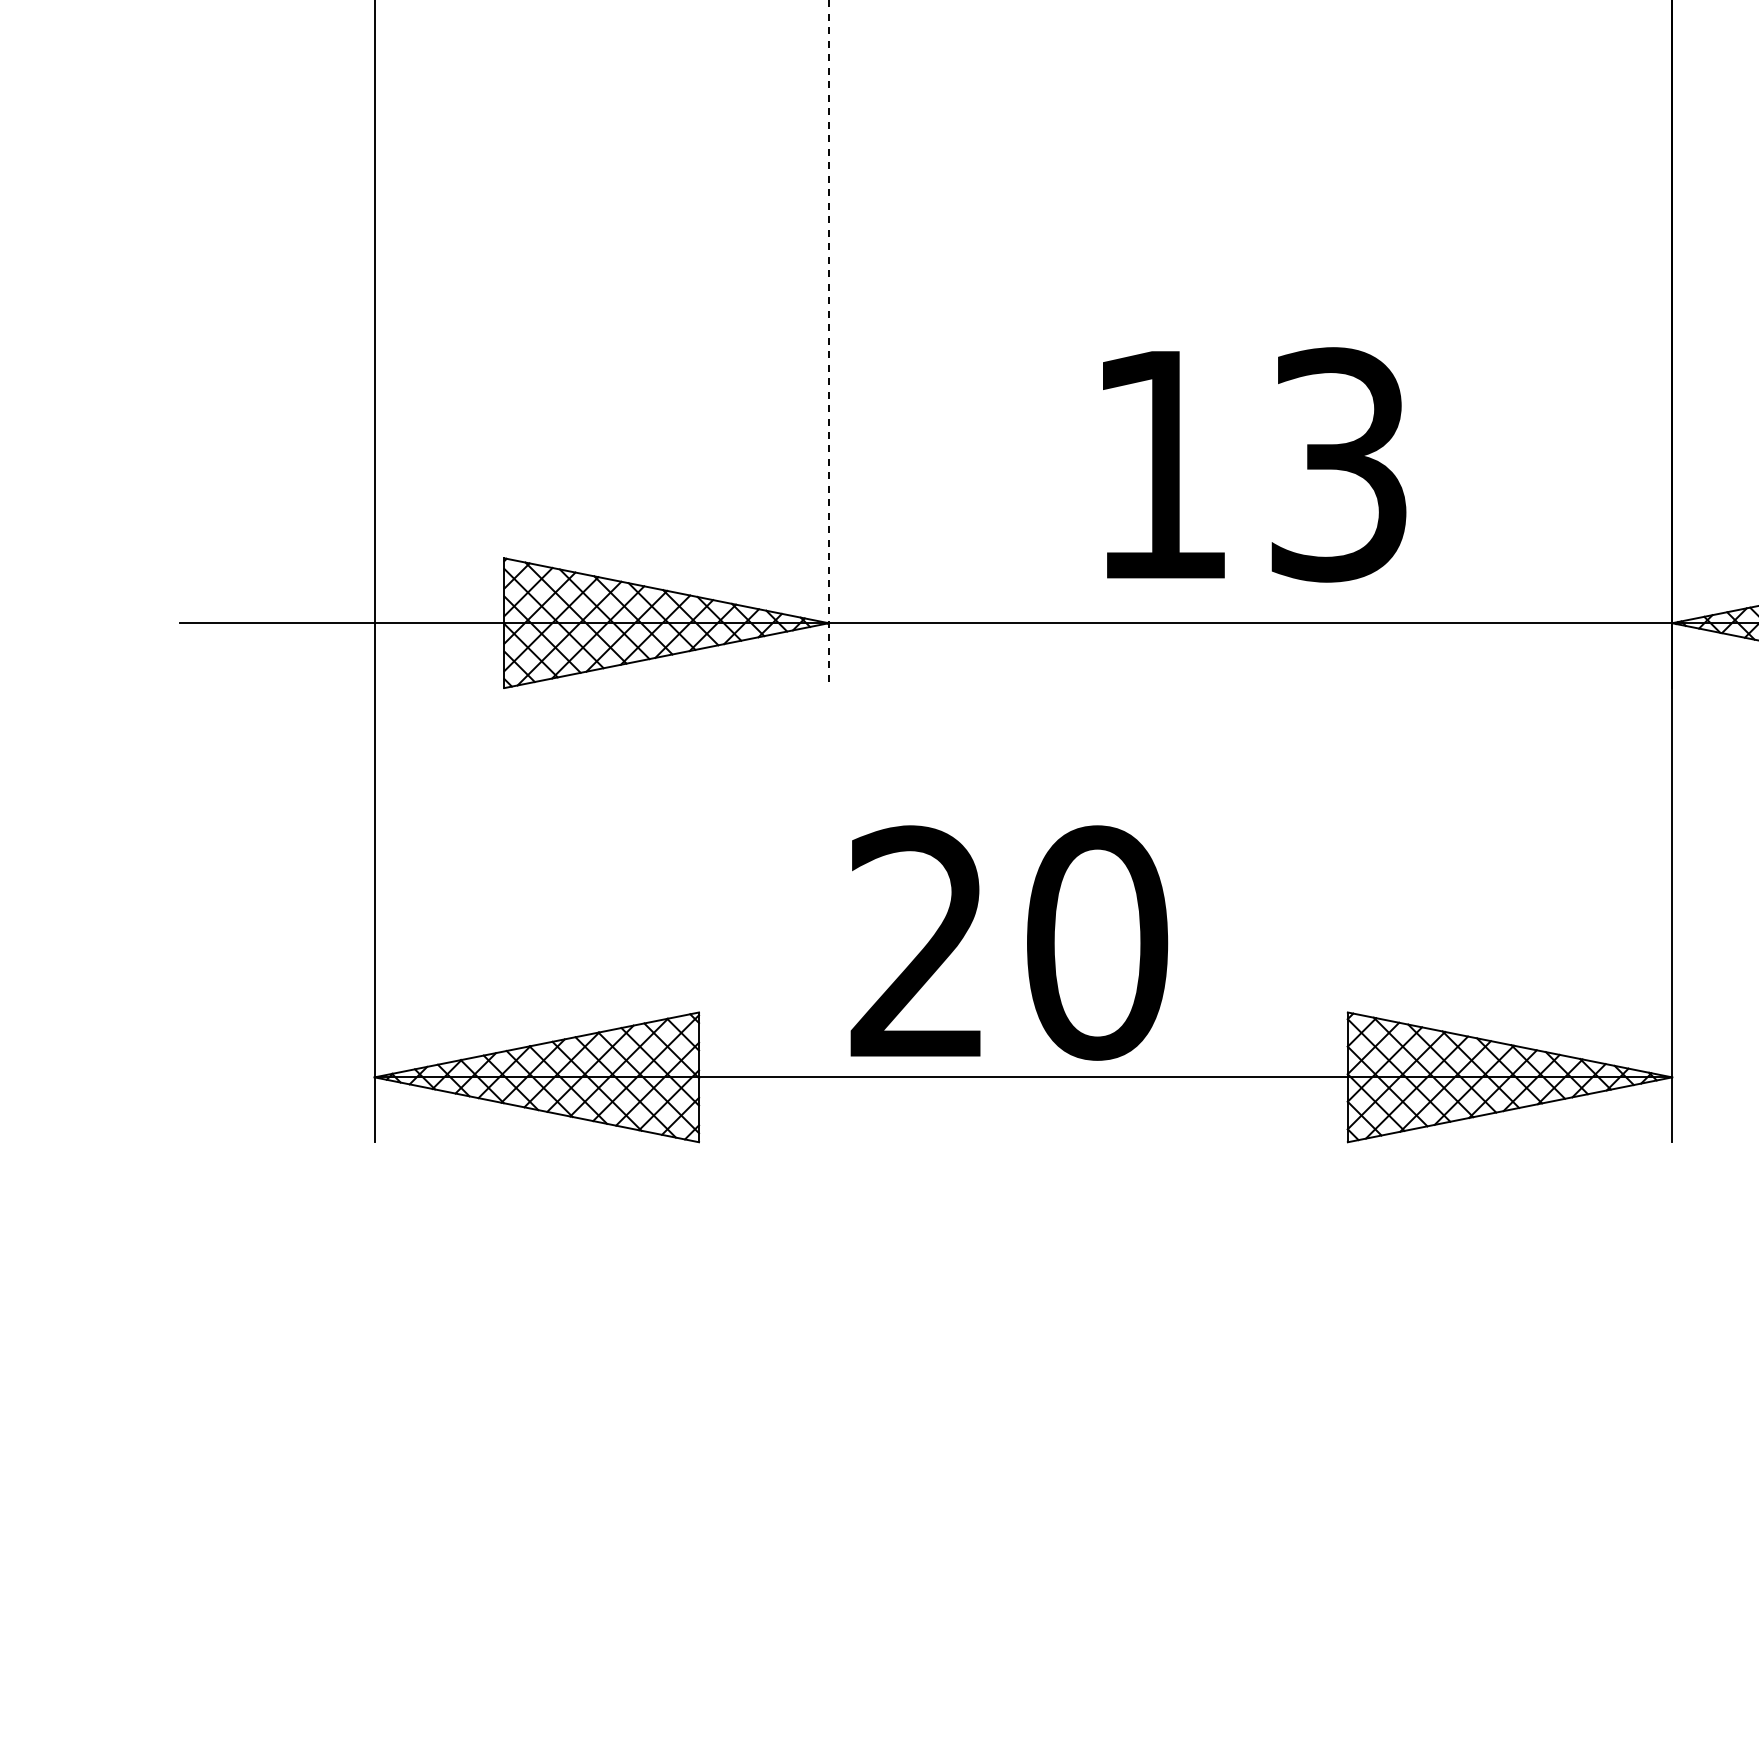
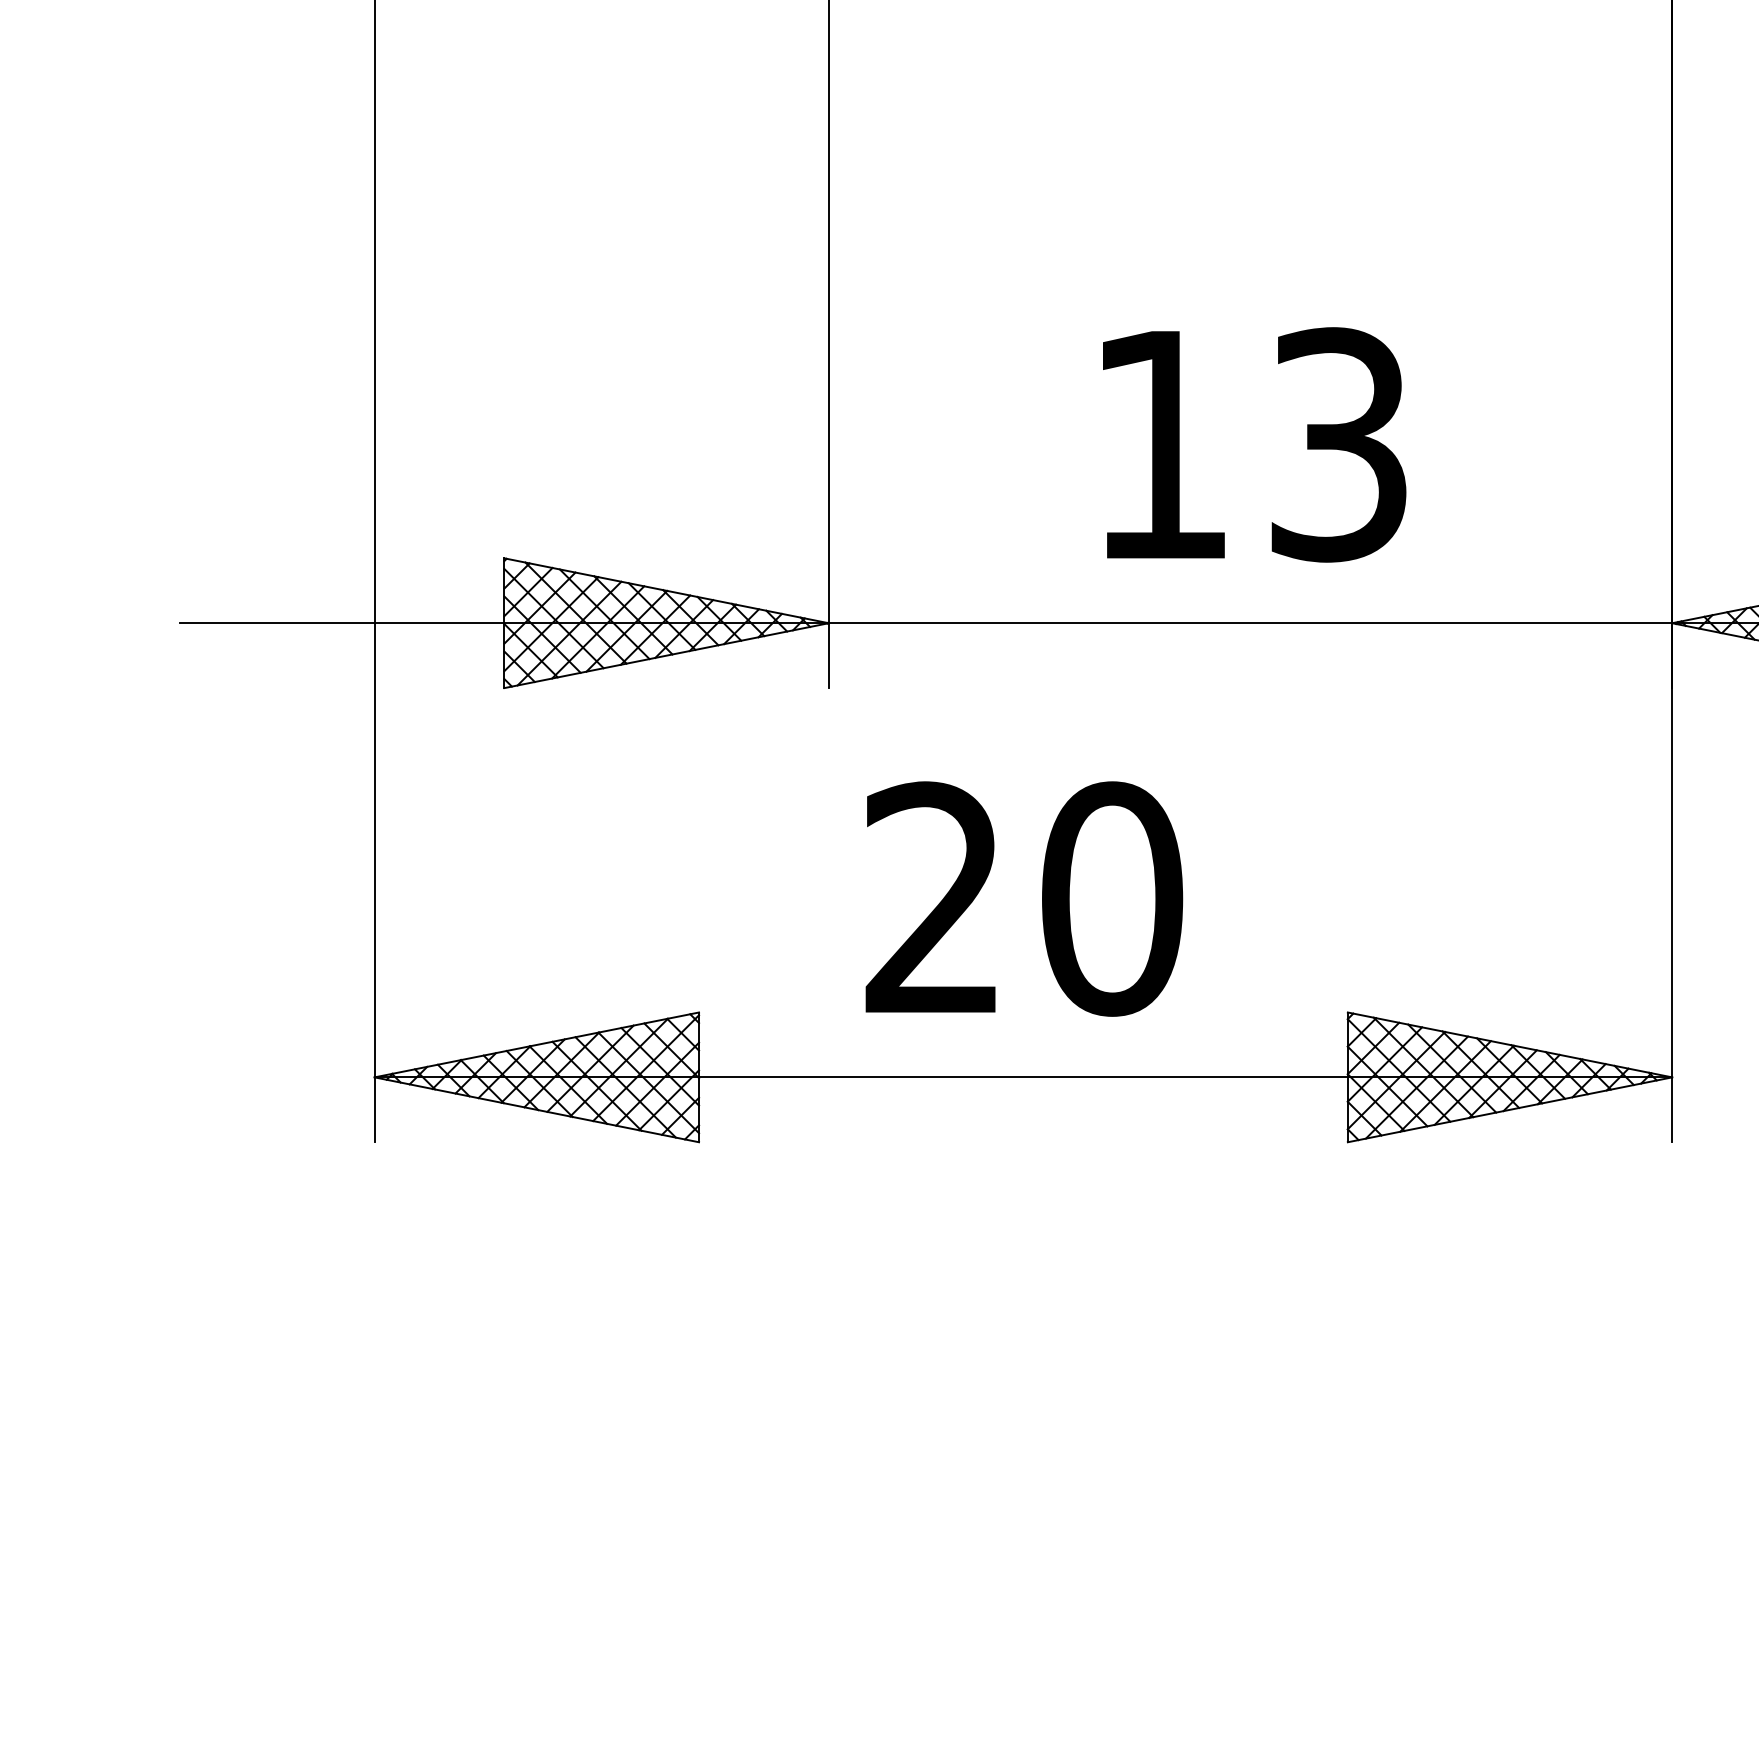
line at (828, 344): dashed -> solid
text at (1254, 464) position: (1254, 464) -> (1254, 444)
text at (1009, 942) position: (1009, 942) -> (1024, 898)
